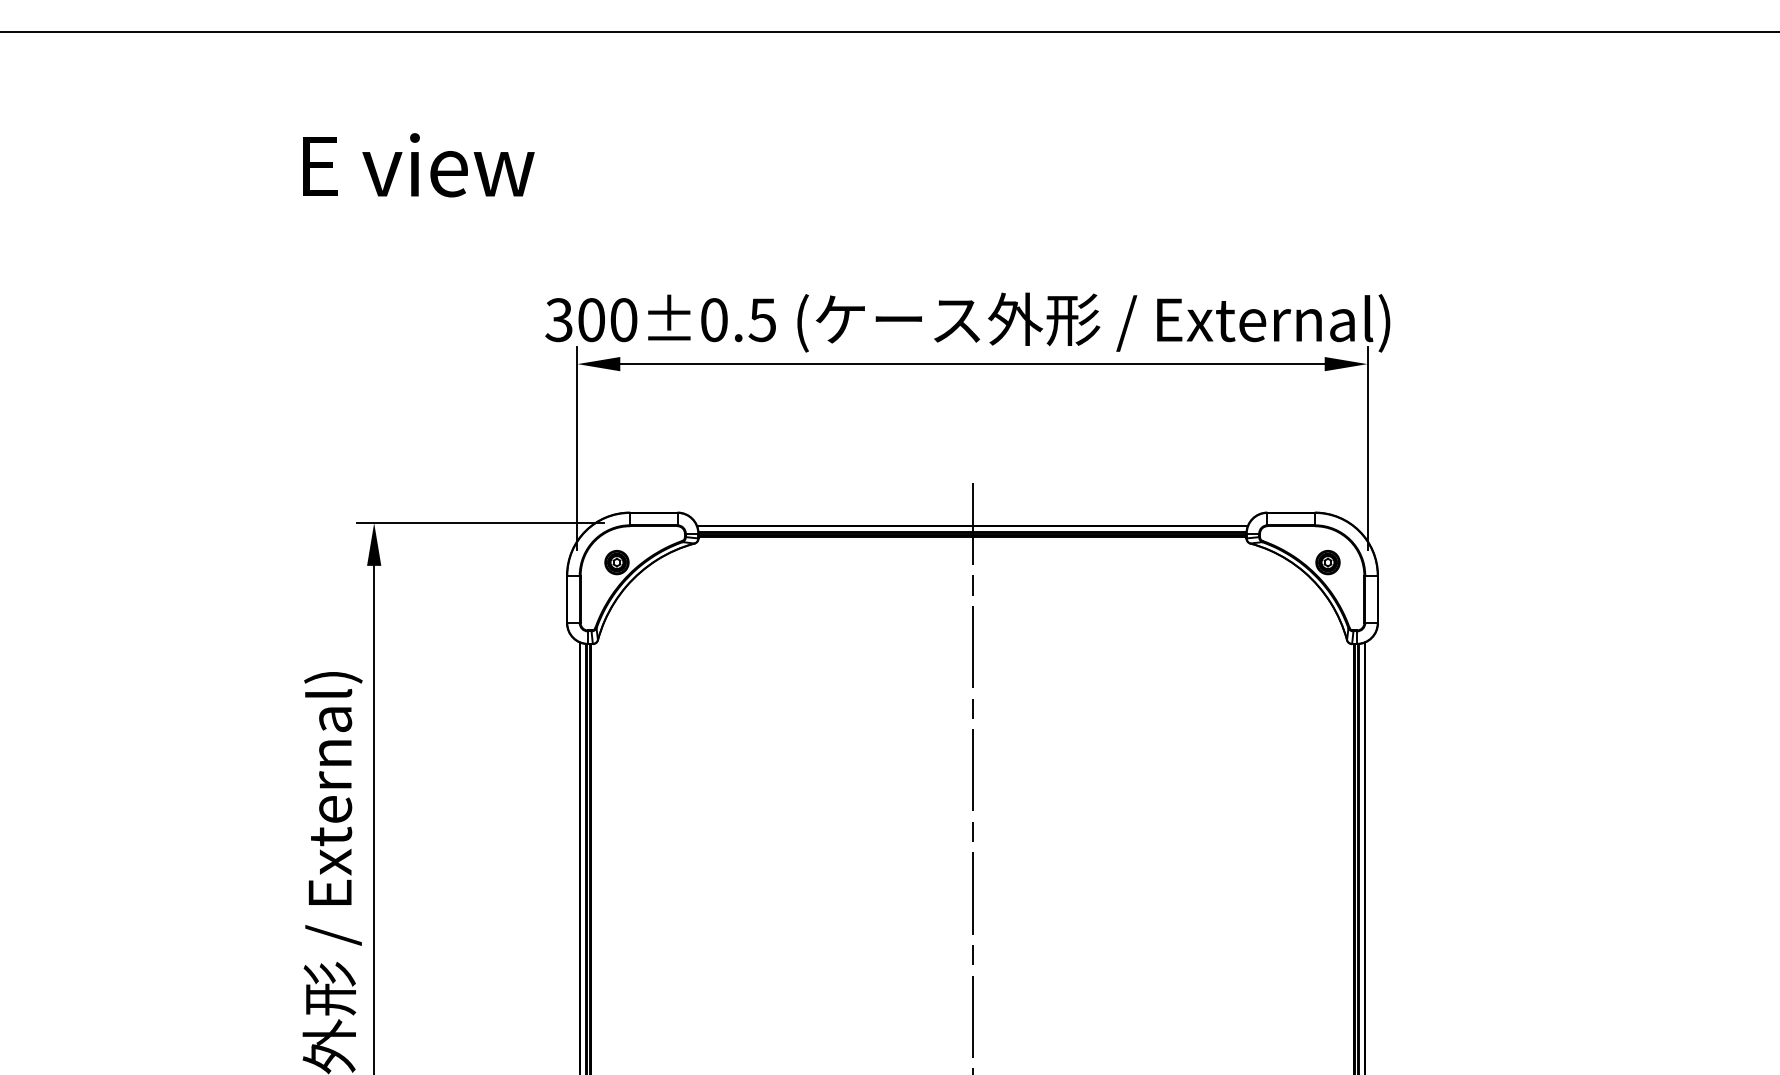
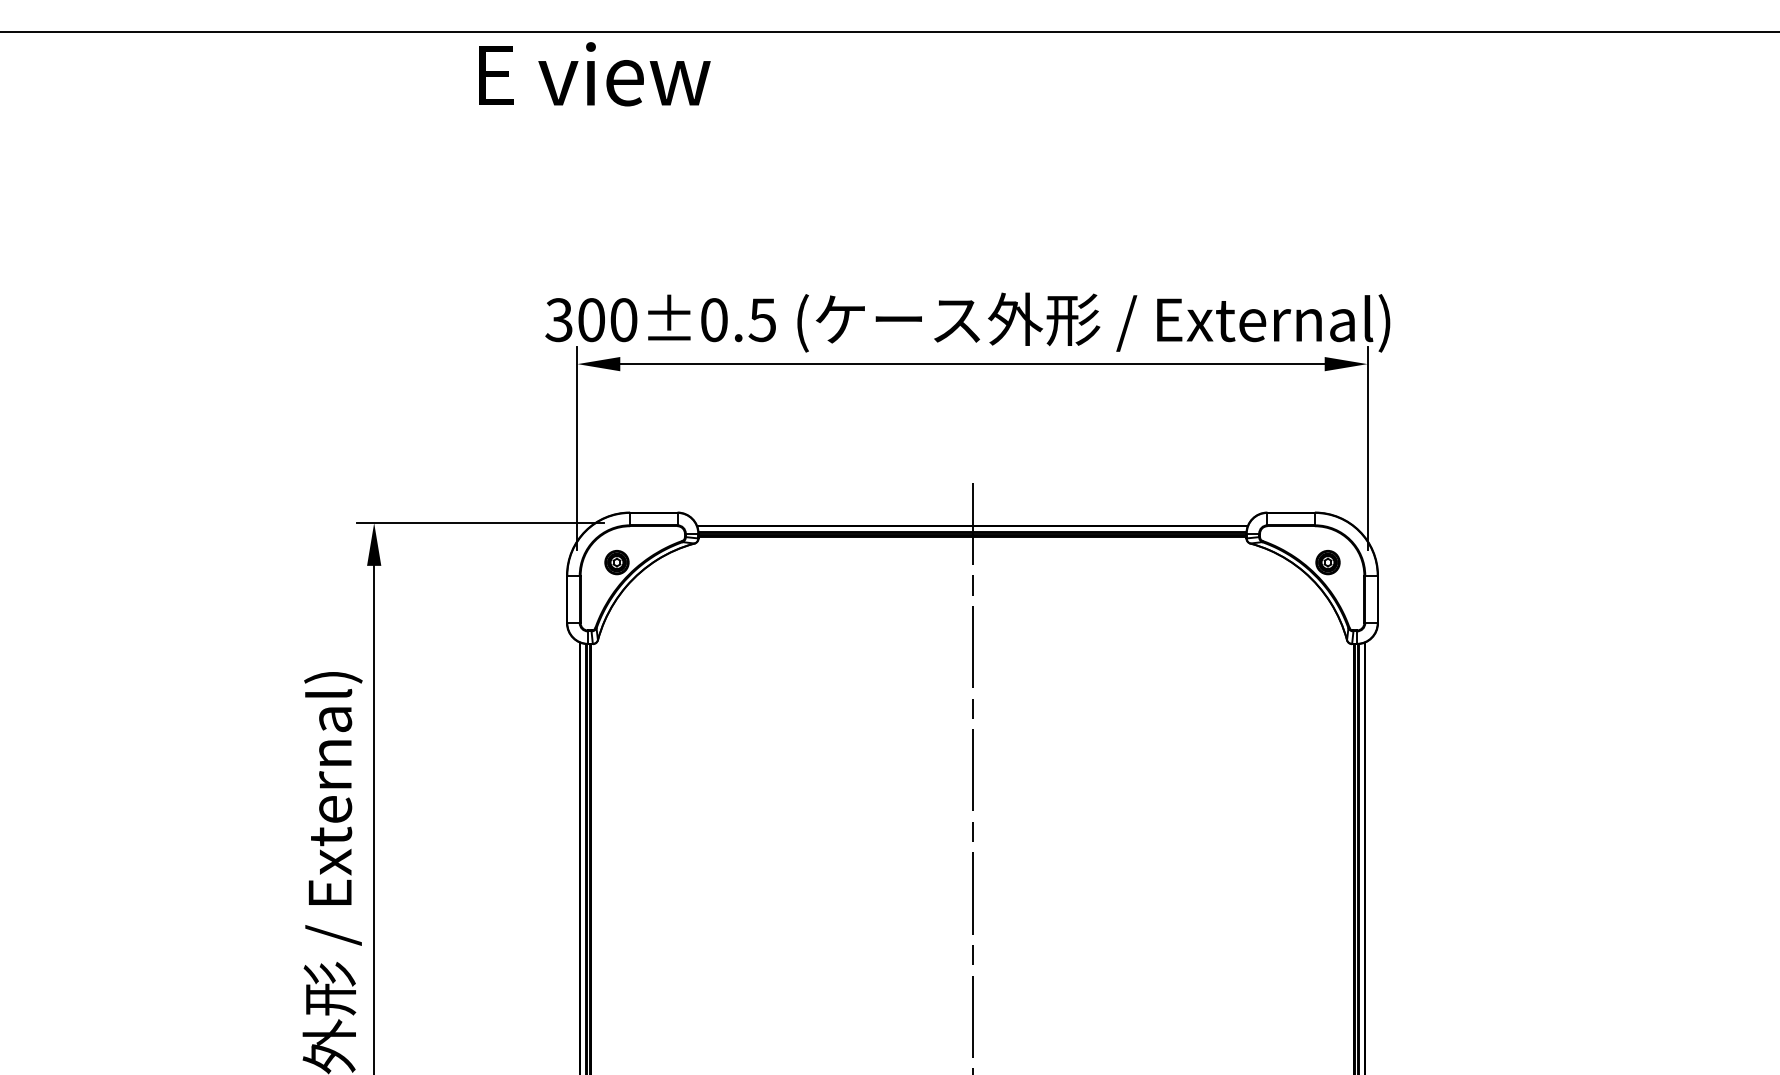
text at (418, 165) position: (418, 165) -> (594, 74)
